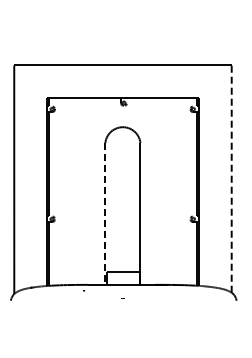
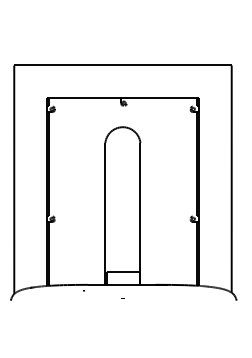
line at (231, 179): dashed -> solid
line at (105, 213): dashed -> solid
